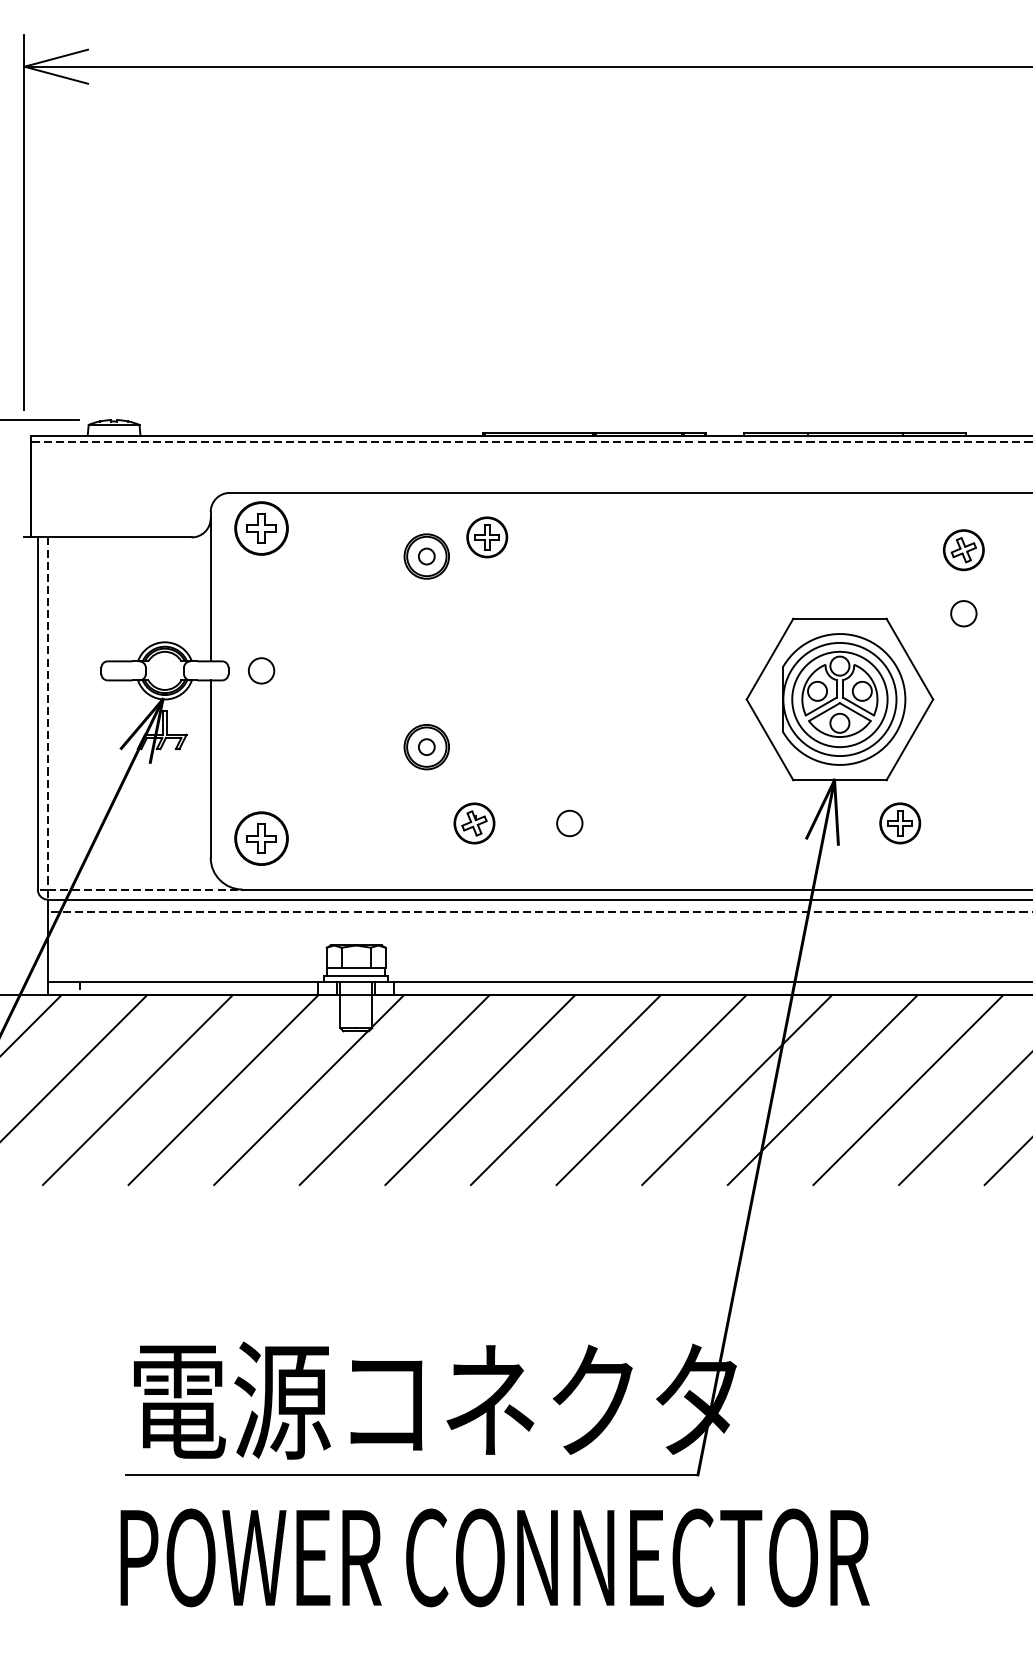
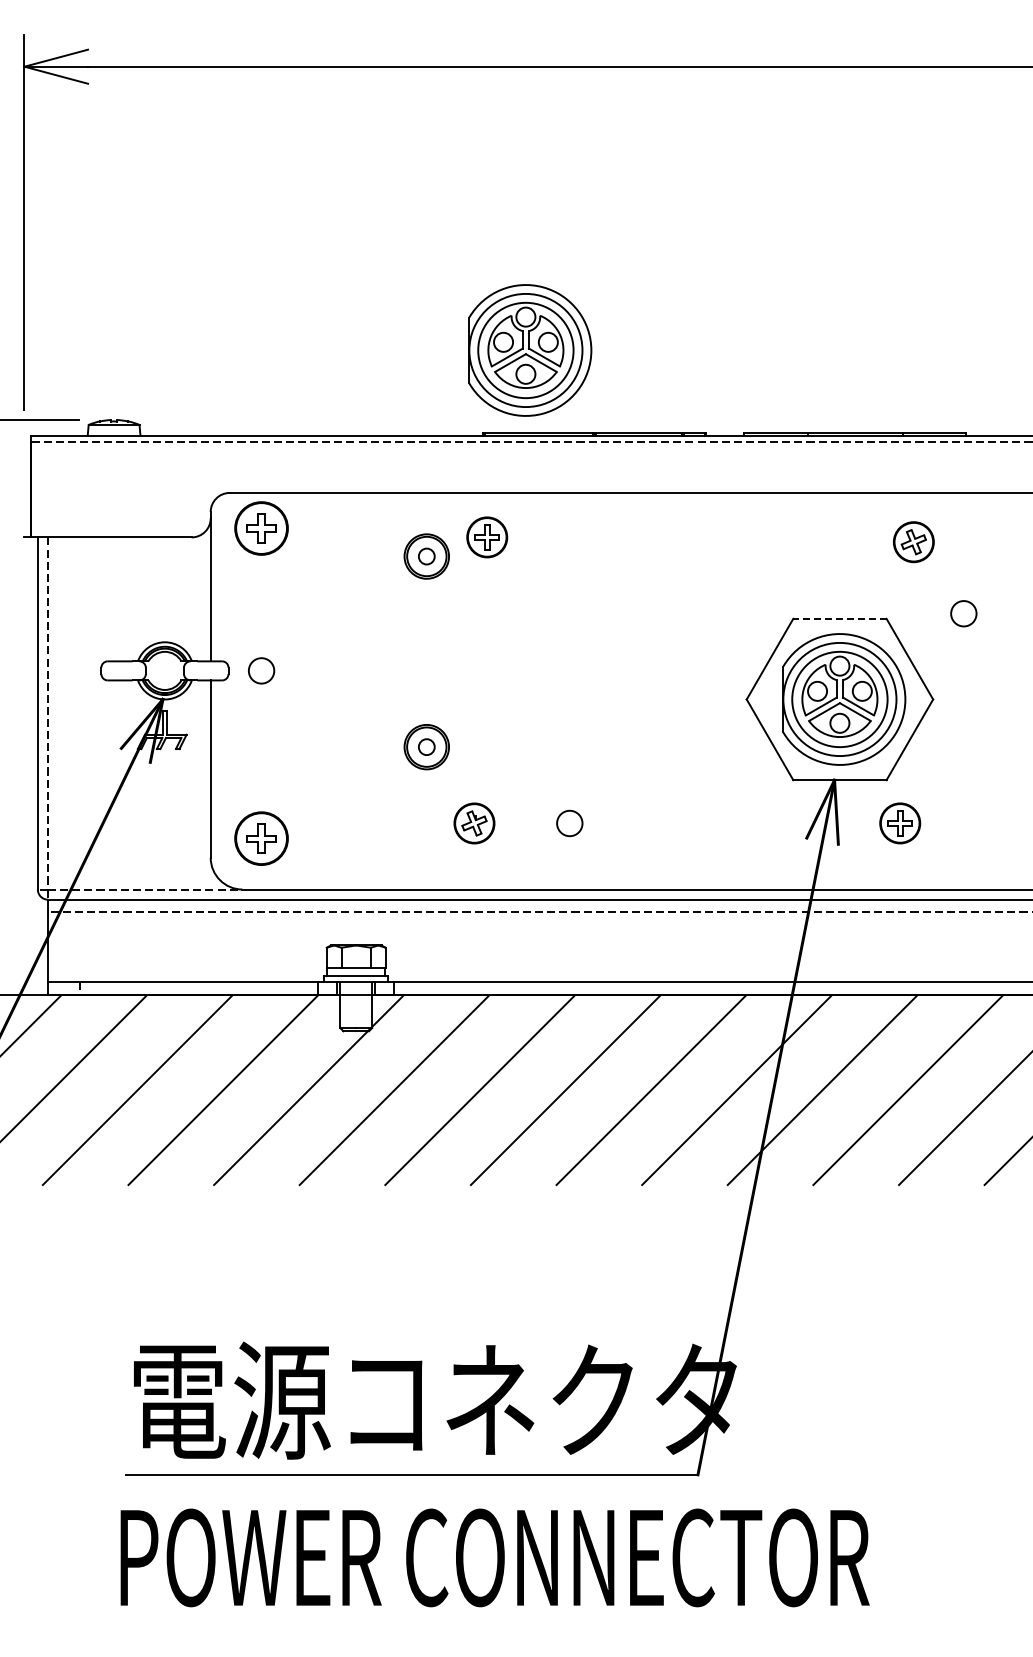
part at (530, 350): none -> present
part at (963, 550) position: (963, 550) -> (913, 542)
line at (839, 618): solid -> dashed
